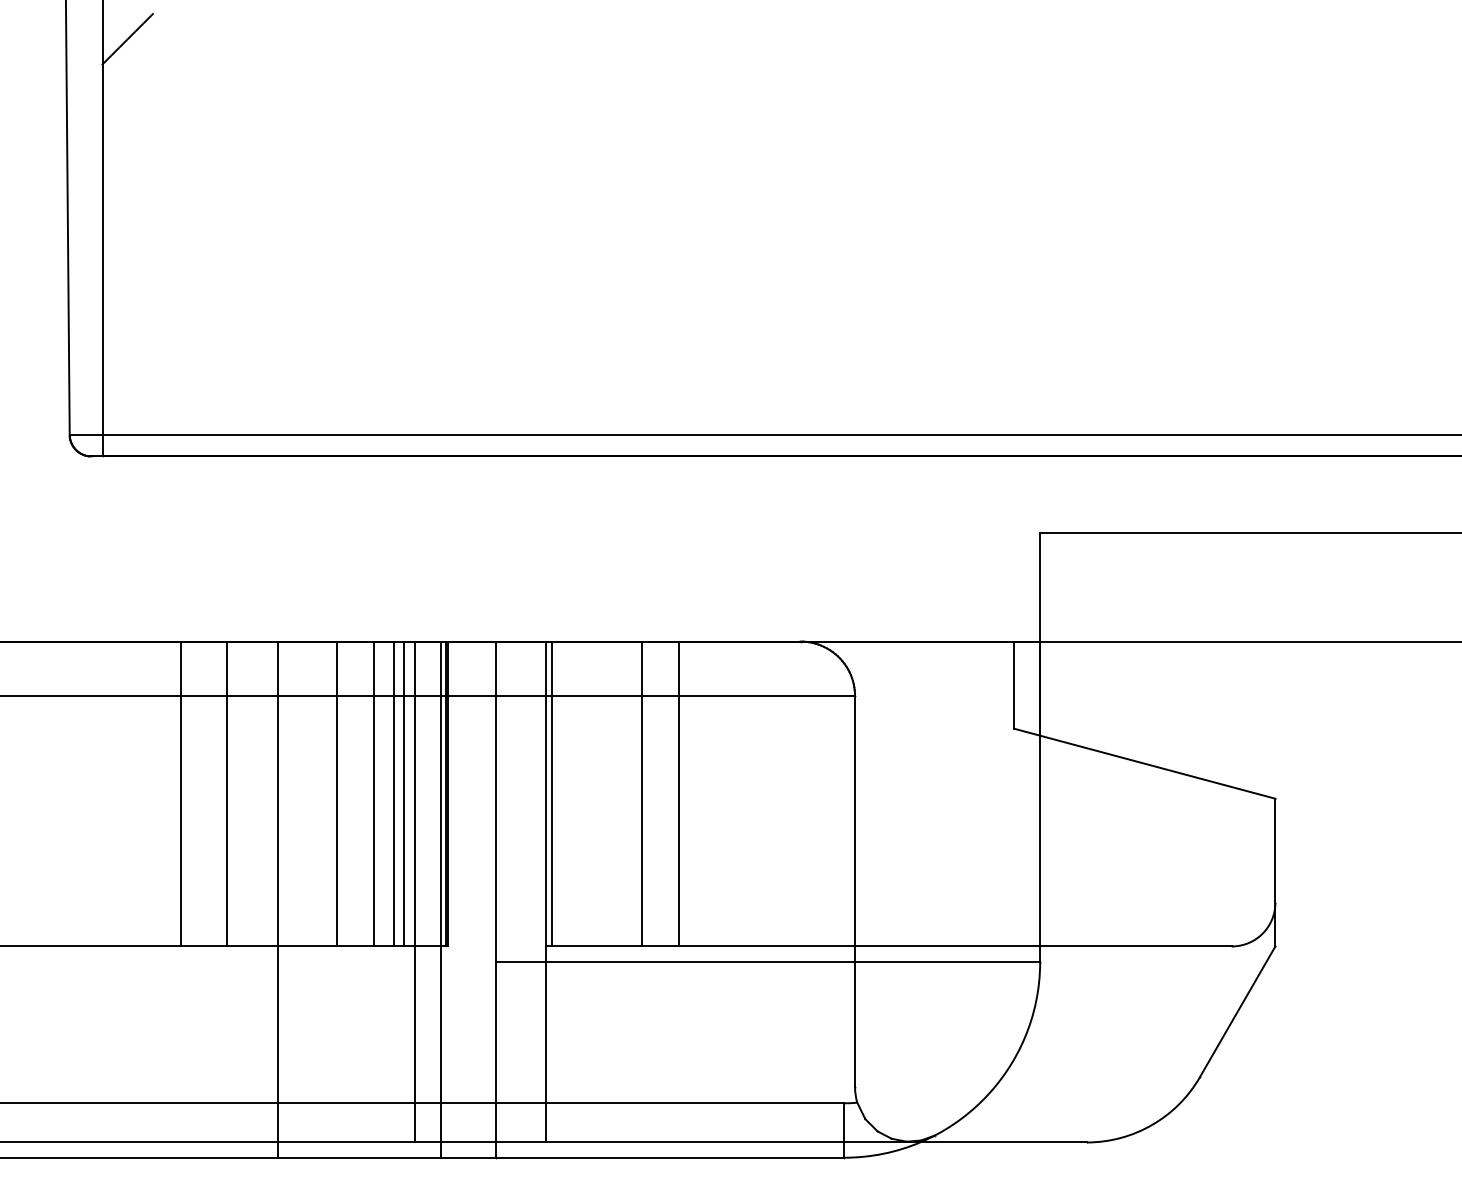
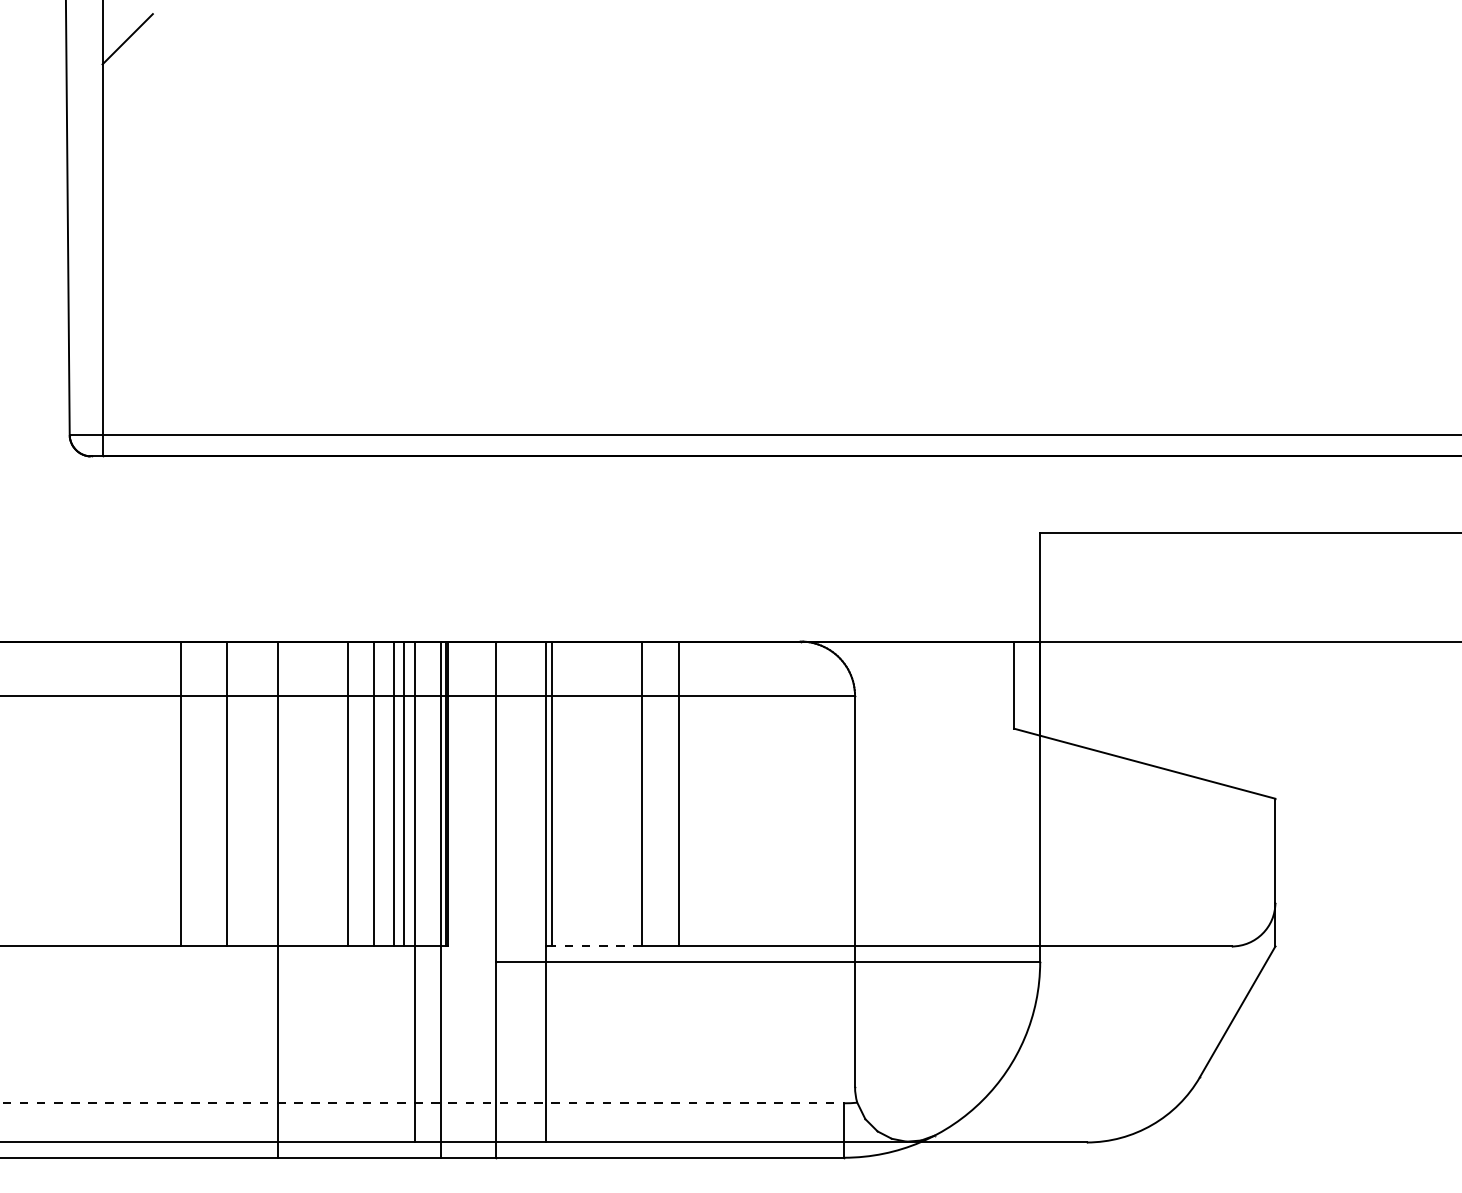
line at (336, 793) position: (336, 793) -> (347, 793)
line at (597, 946): solid -> dashed
line at (422, 1103): solid -> dashed
